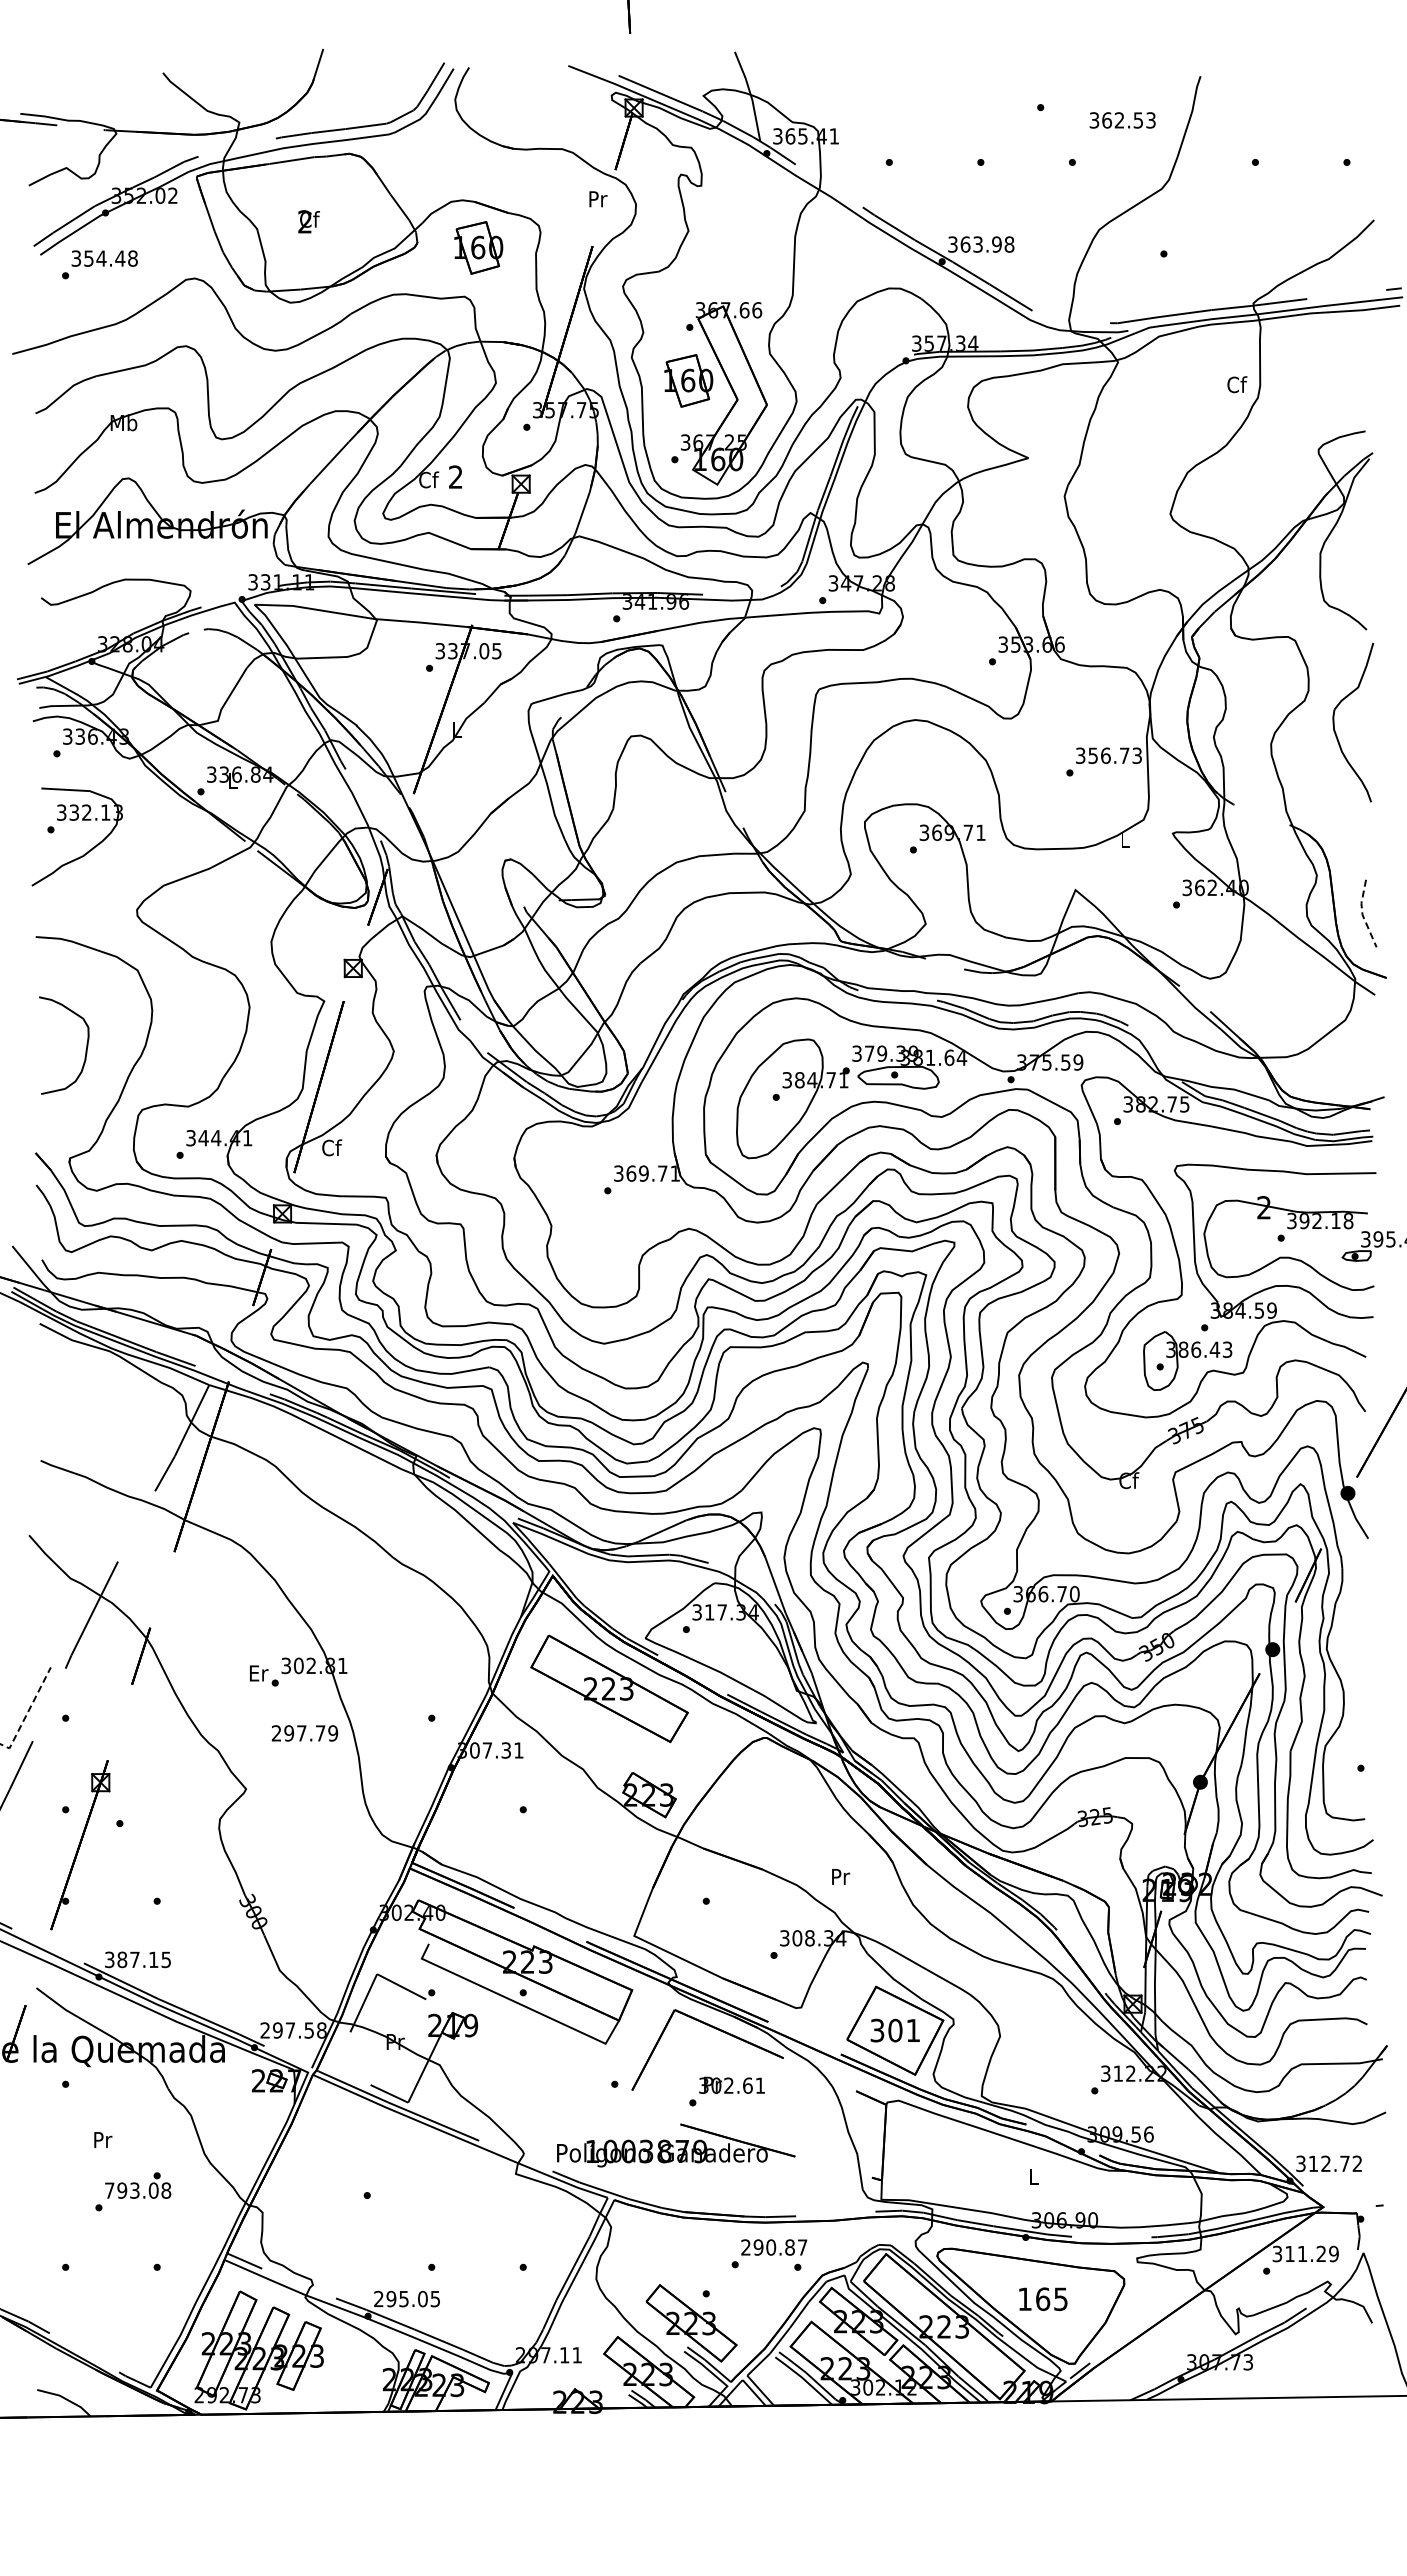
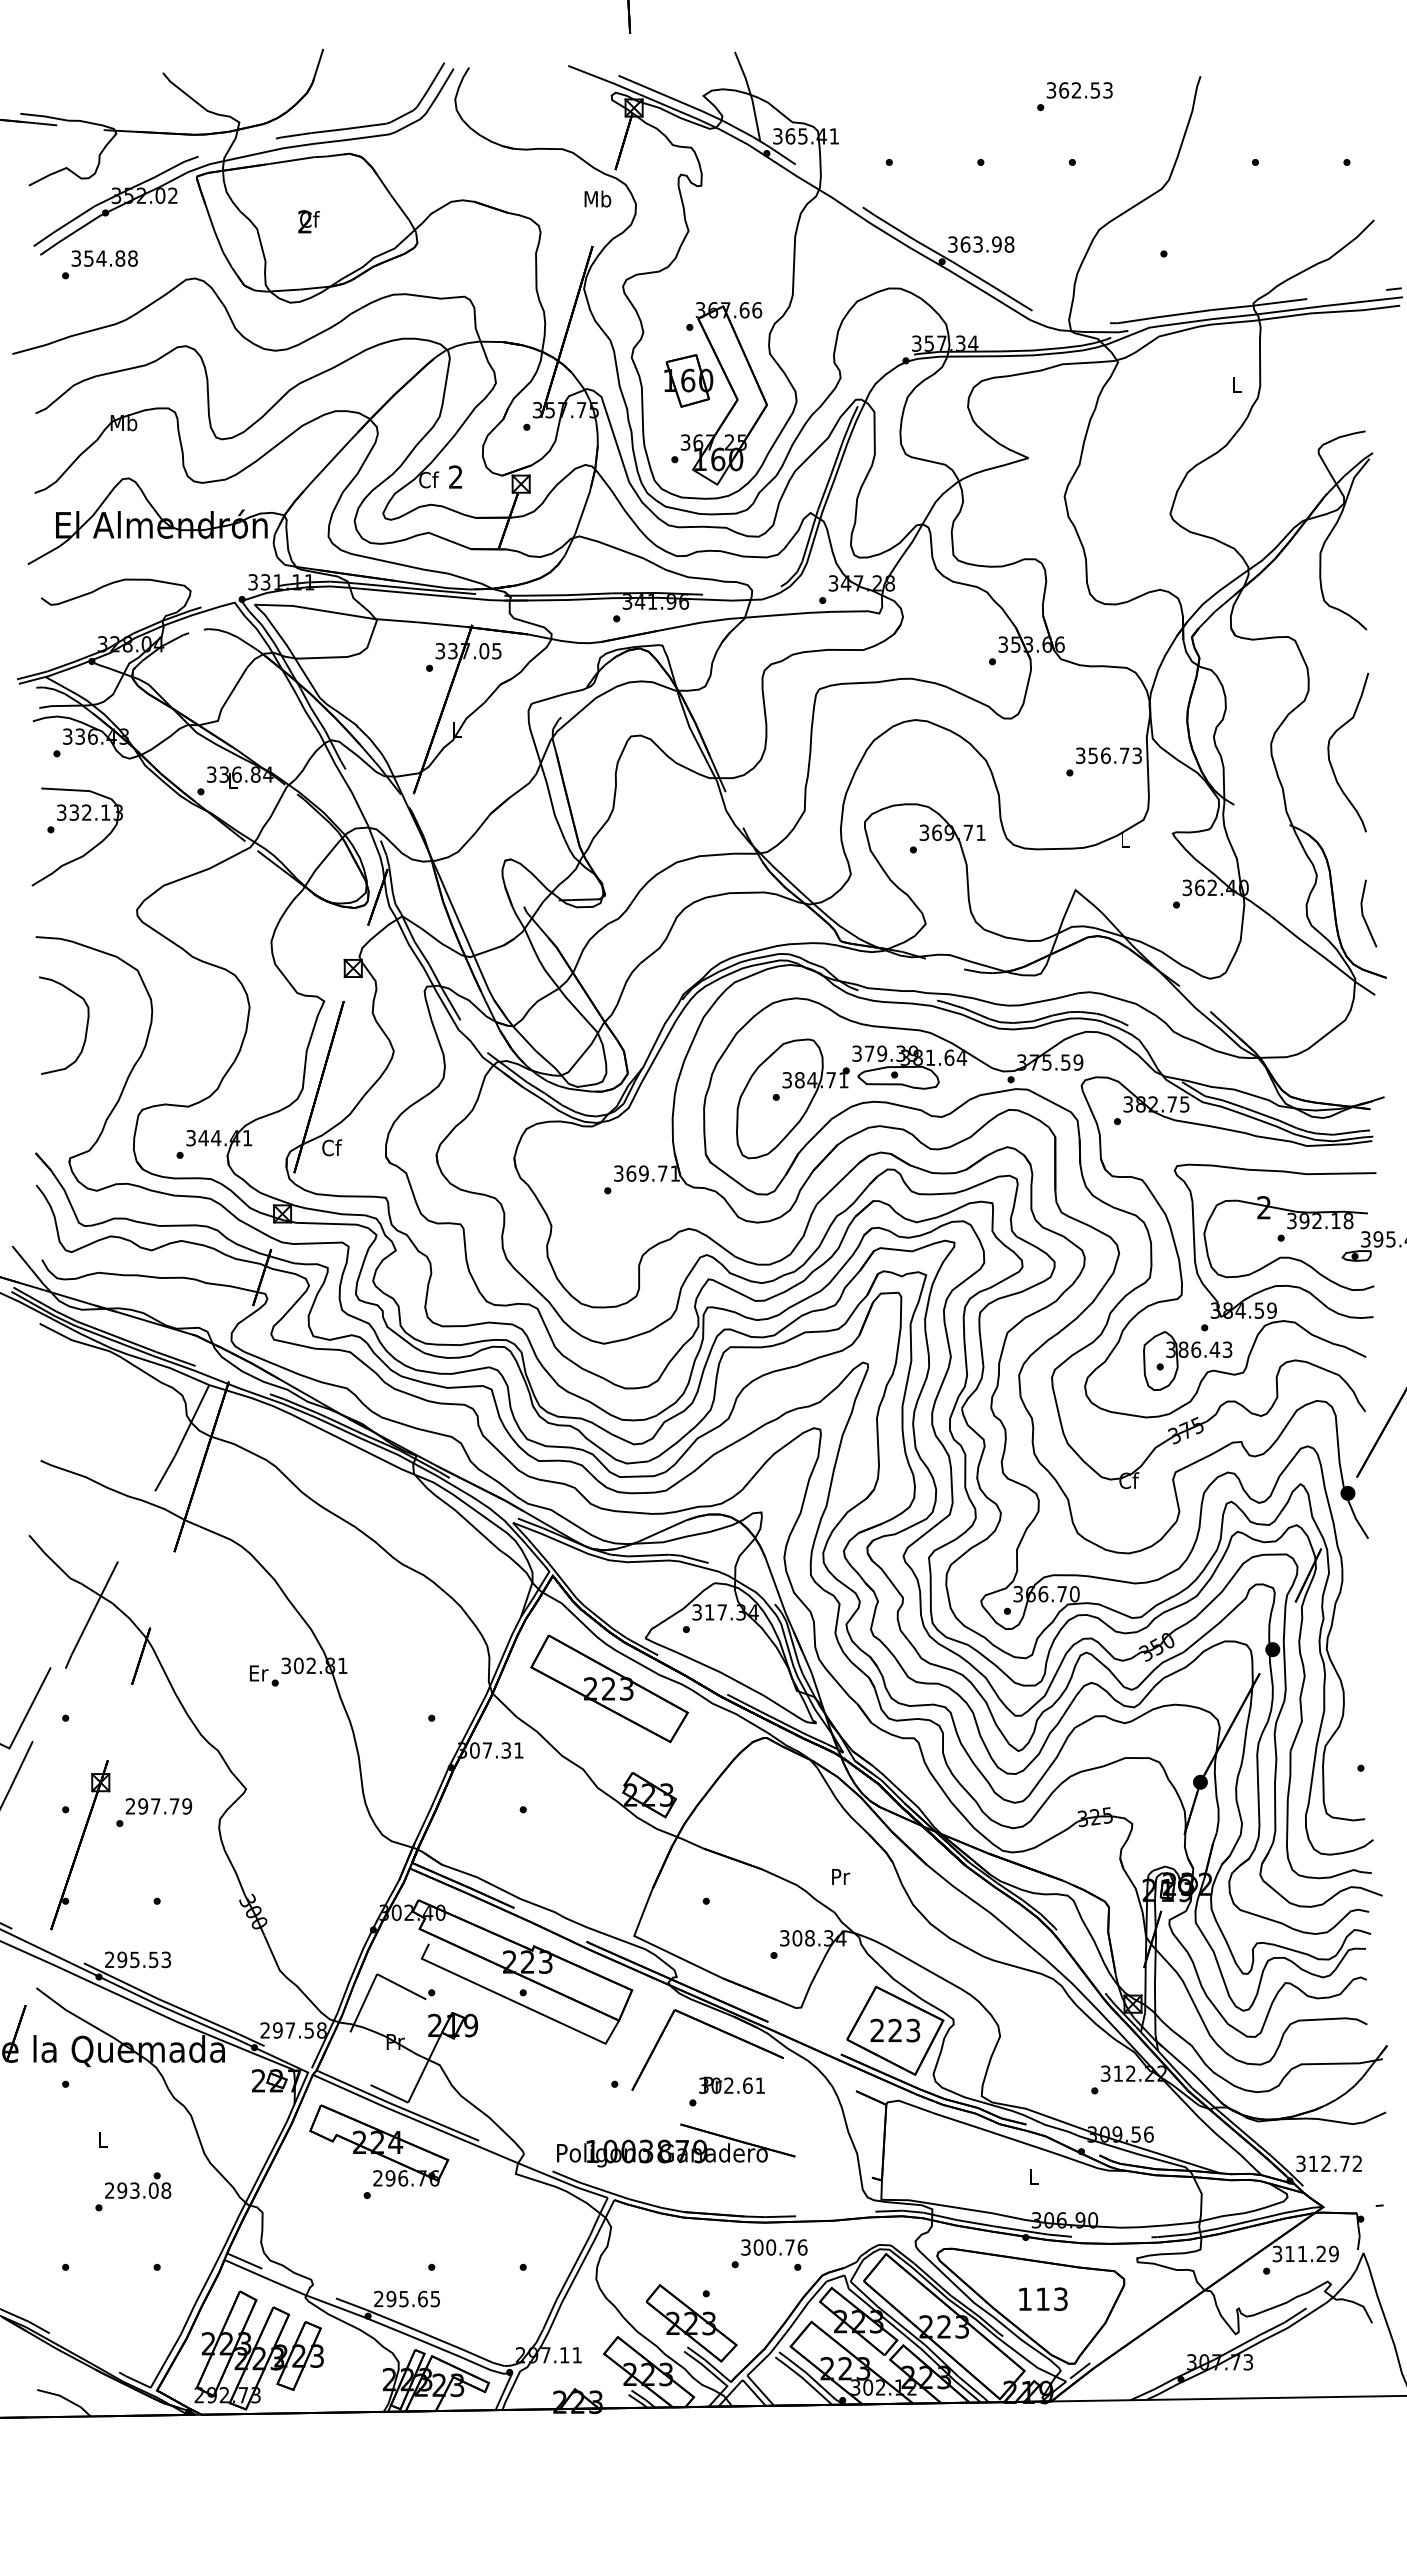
text at (1122, 120) position: (1122, 120) -> (1079, 90)
text at (597, 198): Pr -> Mb
part at (478, 247): present -> none
text at (120, 258): 354.48 -> 354.88
text at (1237, 384): Cf -> L
part at (1334, 722) position: (1334, 722) -> (1329, 752)
line at (1362, 914): dashed -> solid
curve at (85, 1050) position: (85, 1050) -> (85, 1030)
line at (27, 1712): dashed -> solid
text at (304, 1733) position: (304, 1733) -> (158, 1806)
text at (137, 1959): 387.15 -> 295.53
text at (895, 2030): 301 -> 223
text at (103, 2139): Pr -> L
part at (379, 2145): none -> present
text at (109, 2190): 793.08 -> 293.08
text at (774, 2247): 290.87 -> 300.76
text at (422, 2298): 295.05 -> 295.65
text at (1051, 2299): 165 -> 113
